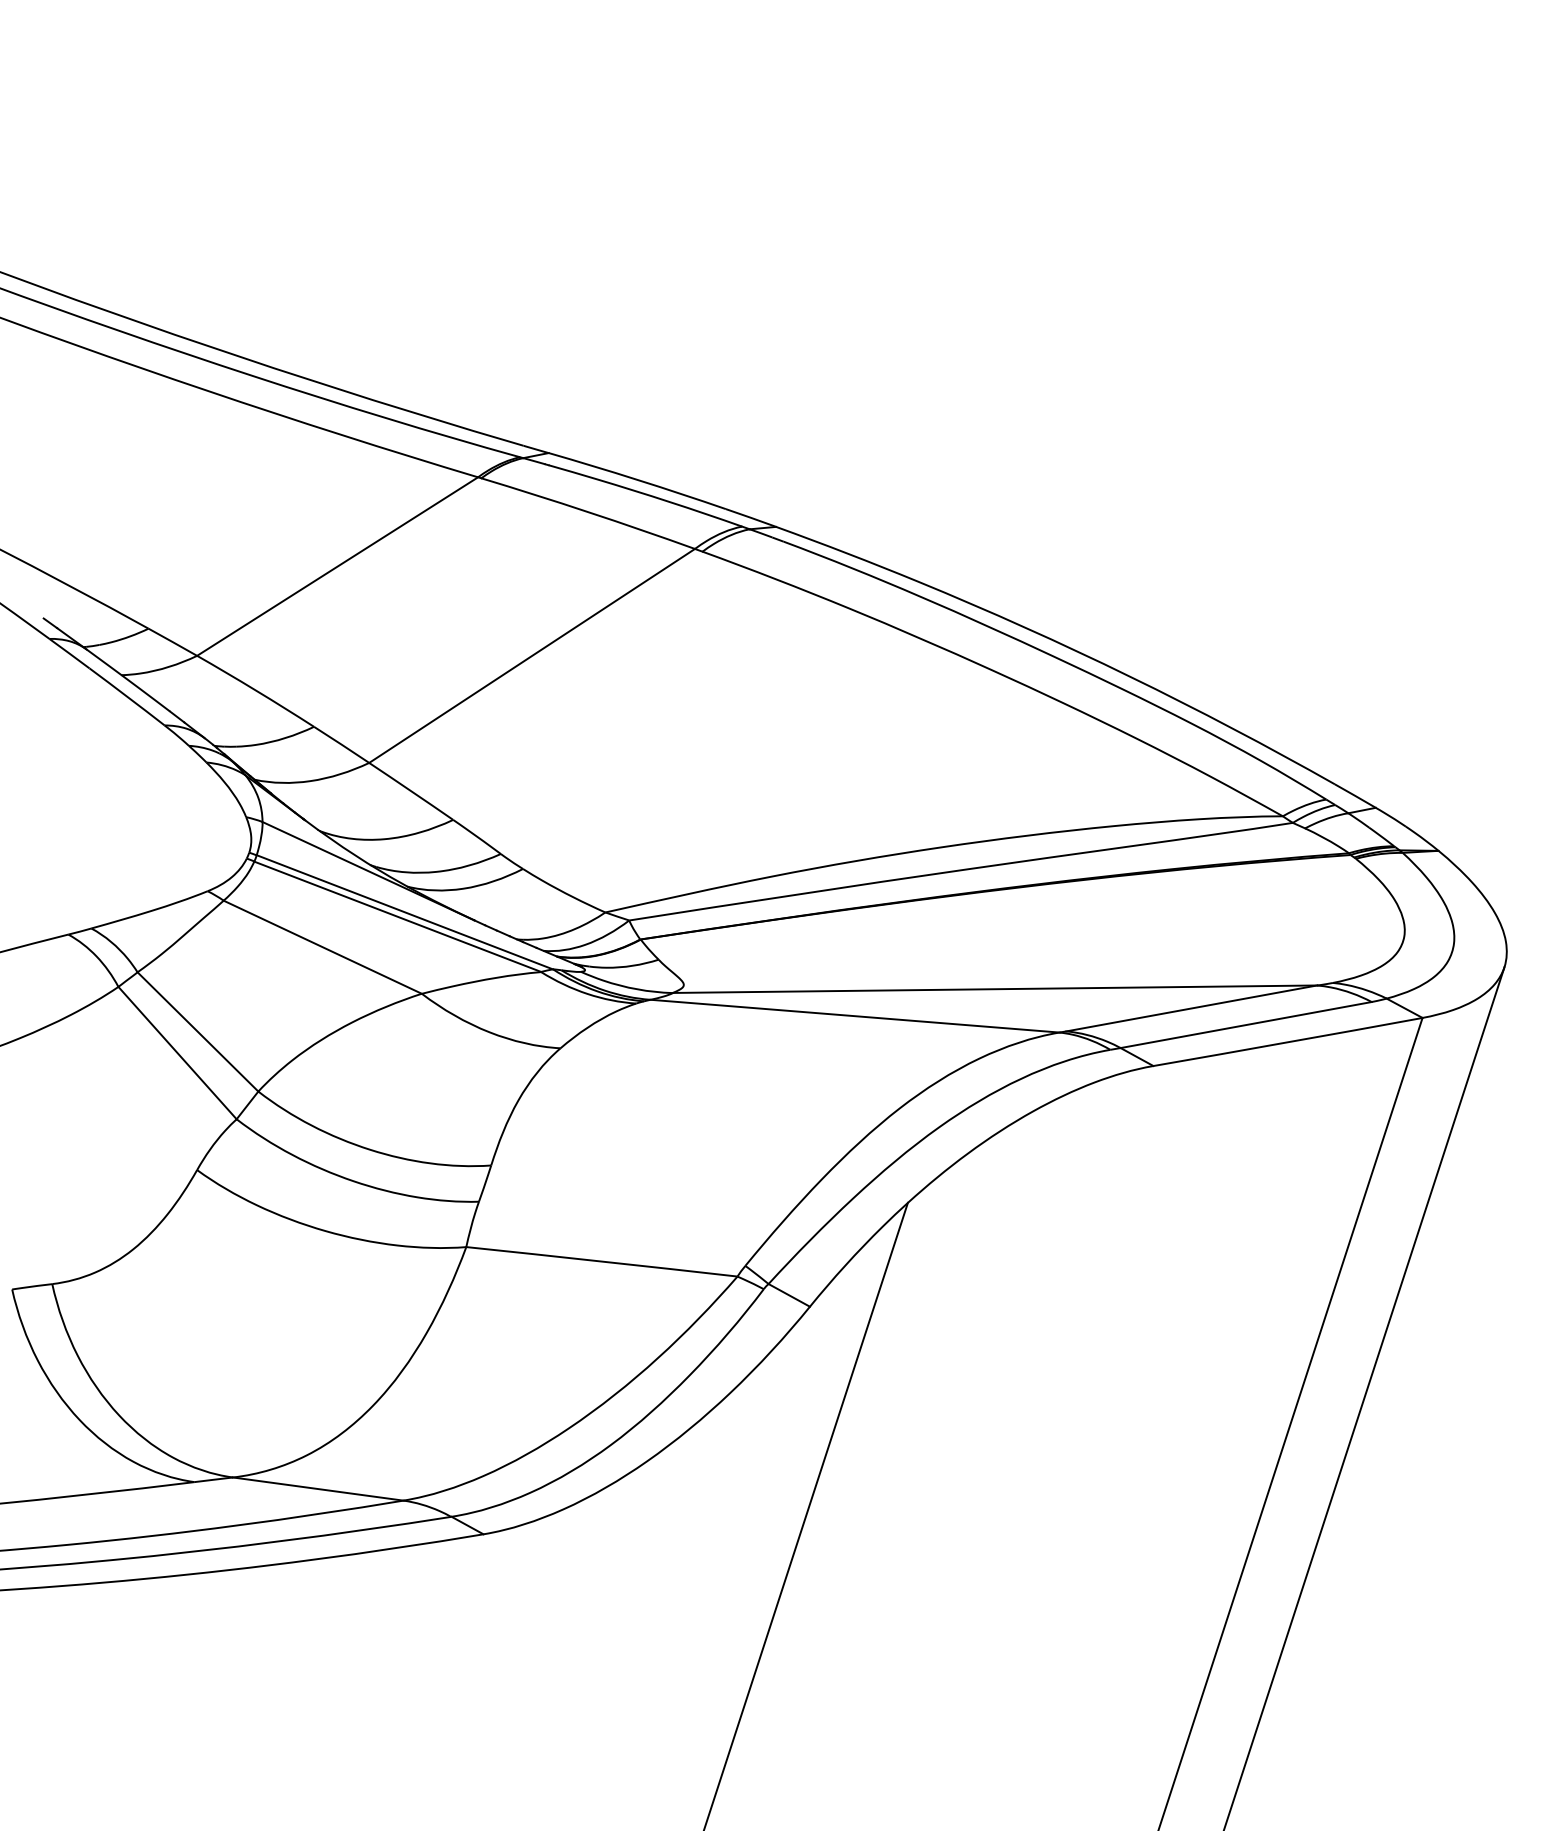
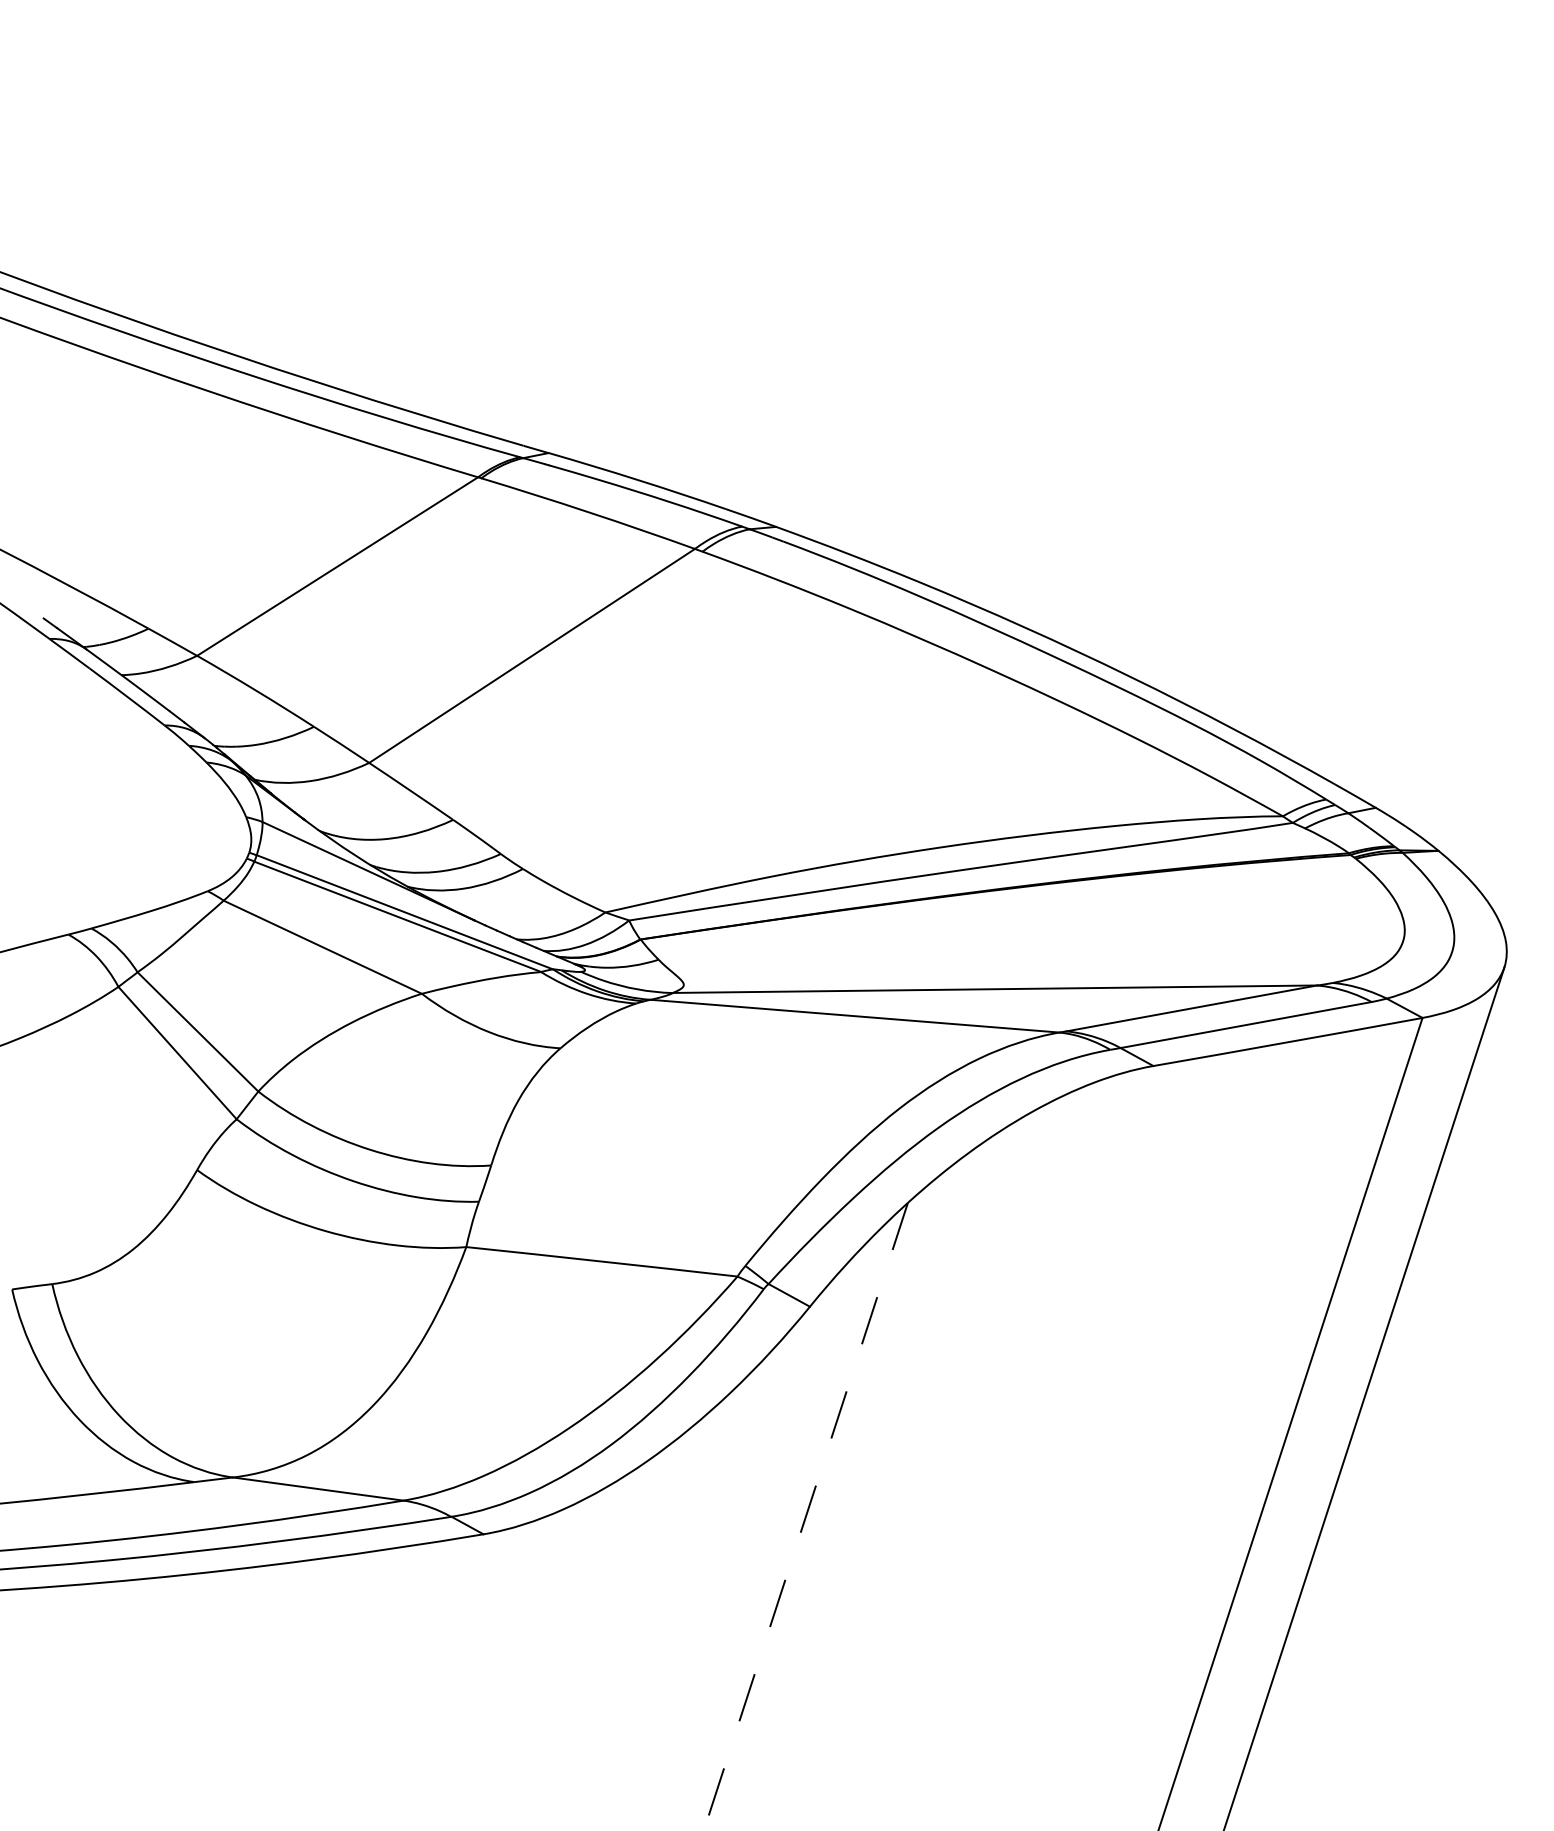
line at (805, 1516): solid -> dashed
